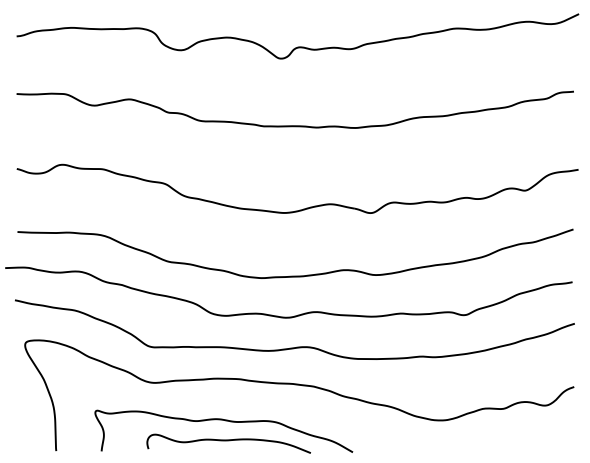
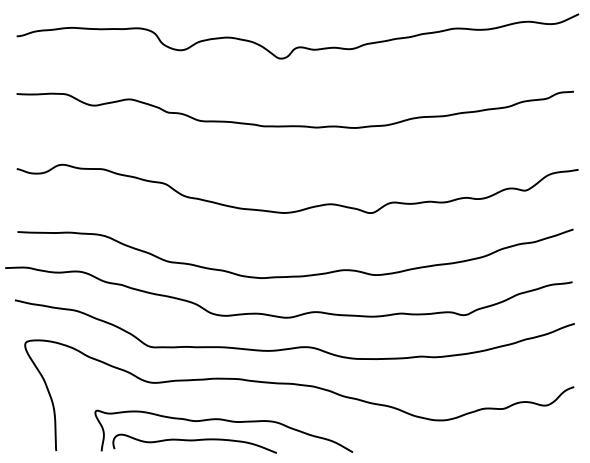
curve at (228, 441) position: (228, 441) -> (194, 441)
